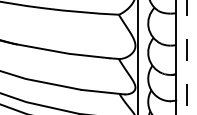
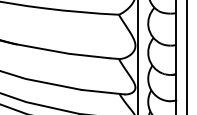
line at (187, 57): dashed -> solid
